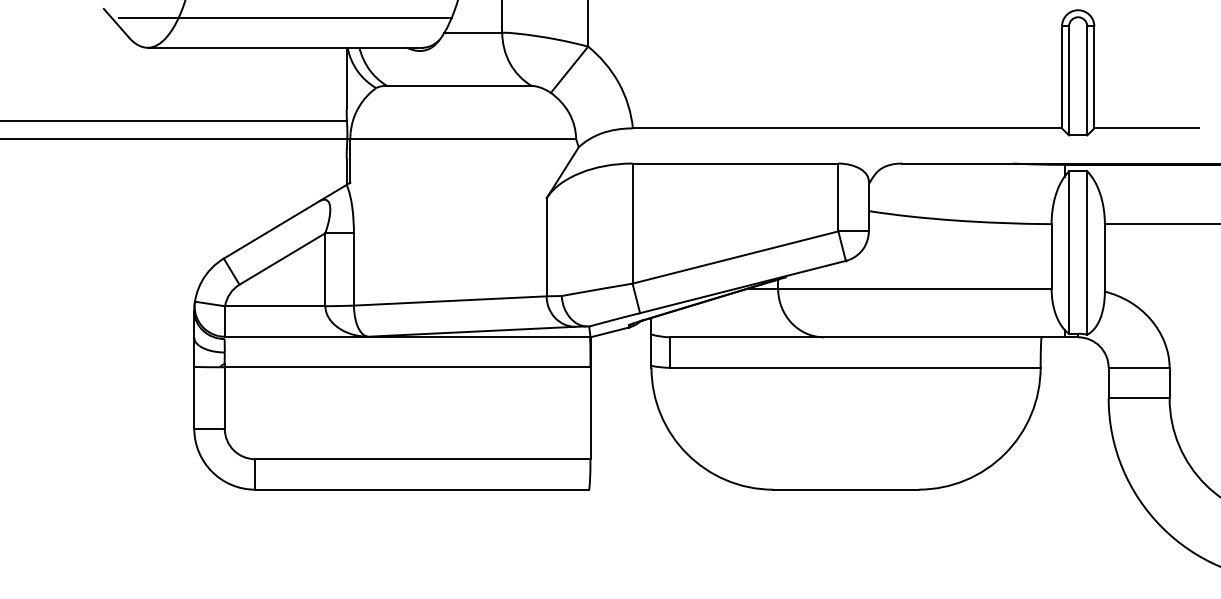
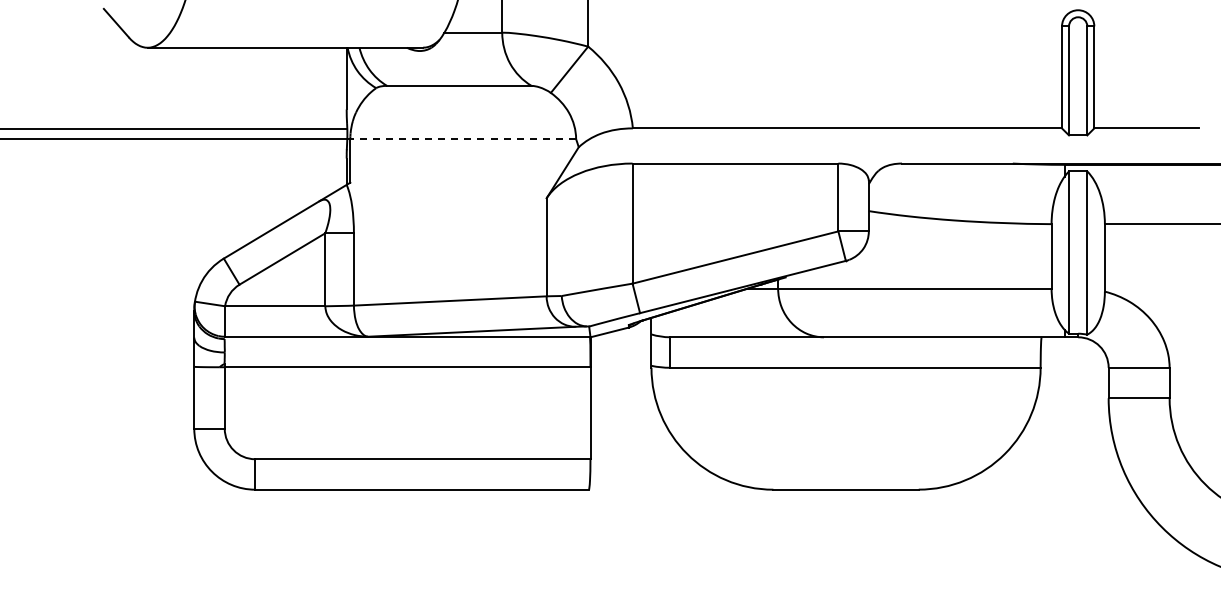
line at (285, 17): present -> none
line at (174, 120) position: (174, 120) -> (174, 128)
line at (462, 139): solid -> dashed
